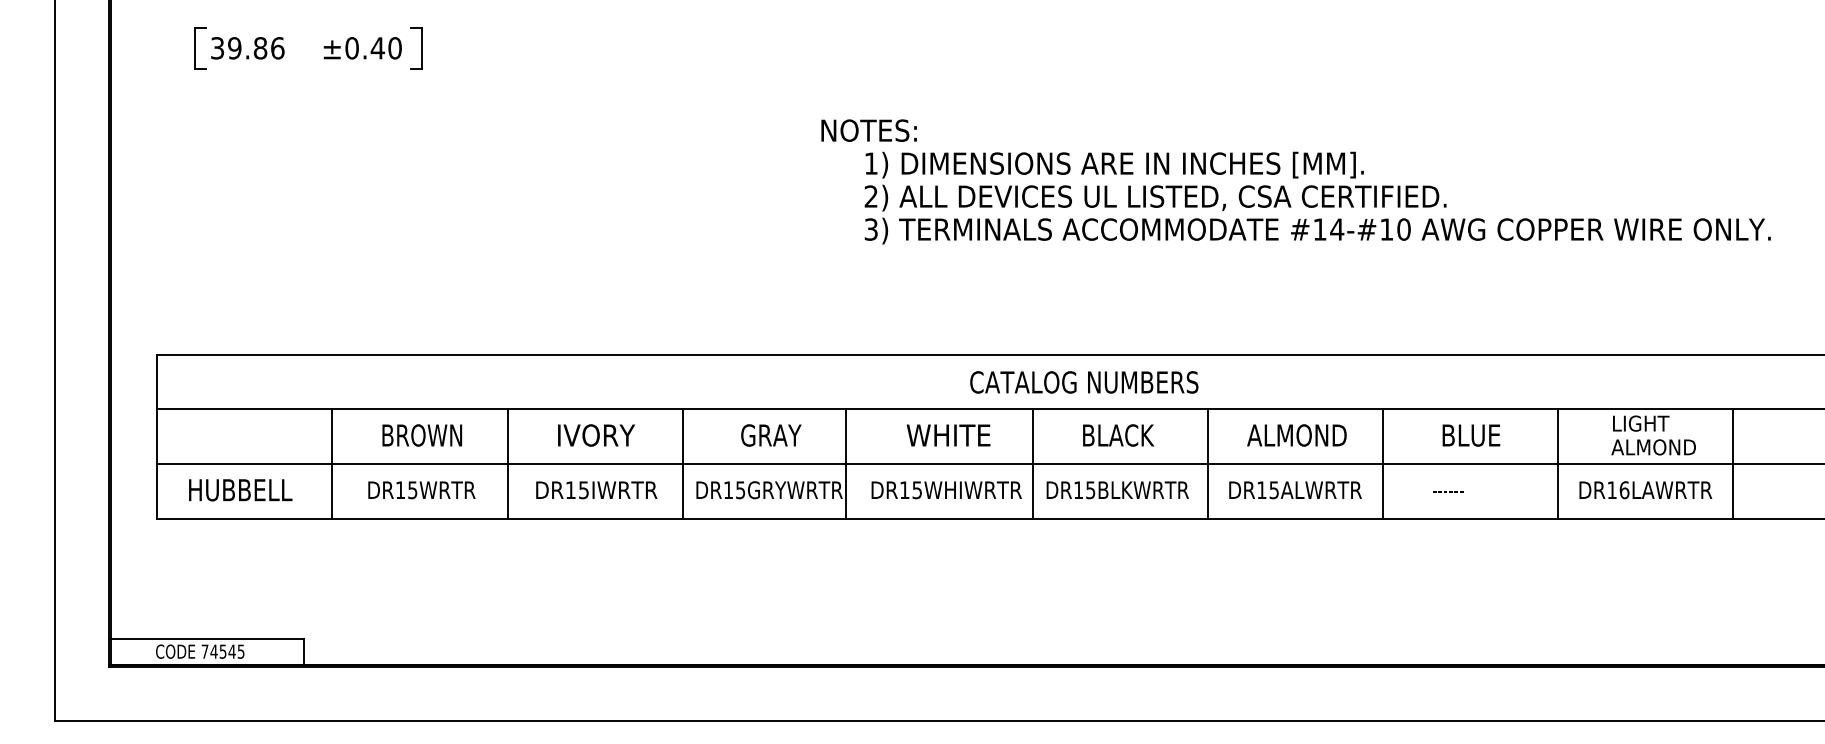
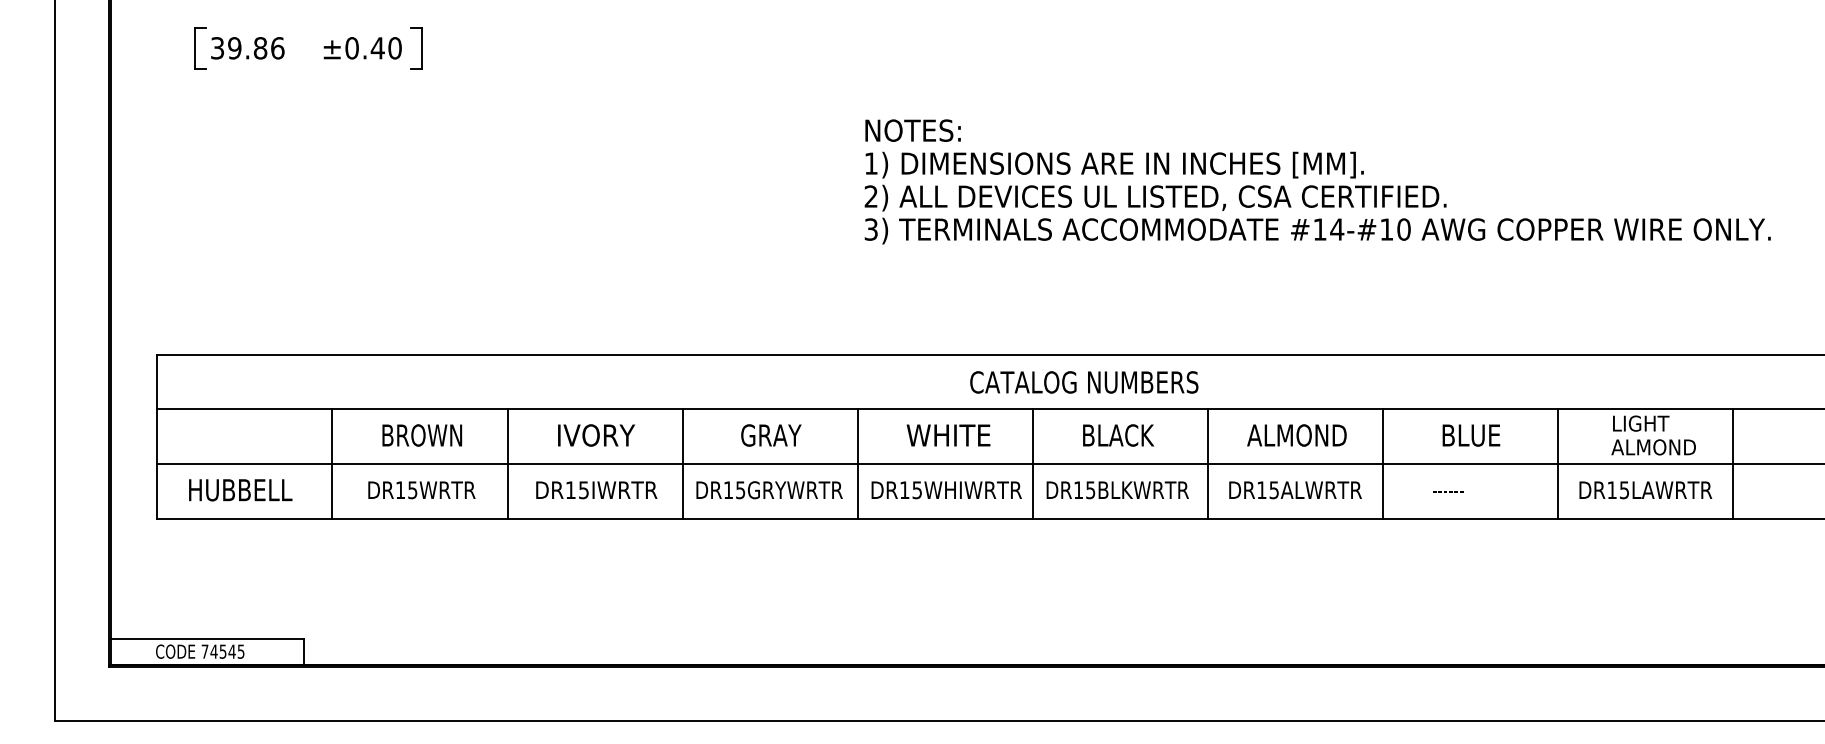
text at (868, 130) position: (868, 130) -> (912, 130)
line at (845, 463) position: (845, 463) -> (857, 463)
text at (1624, 490): DR16LAWRTR -> DR15LAWRTR
